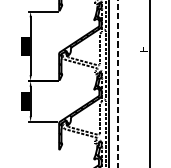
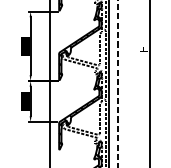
line at (49, 83): none -> present
